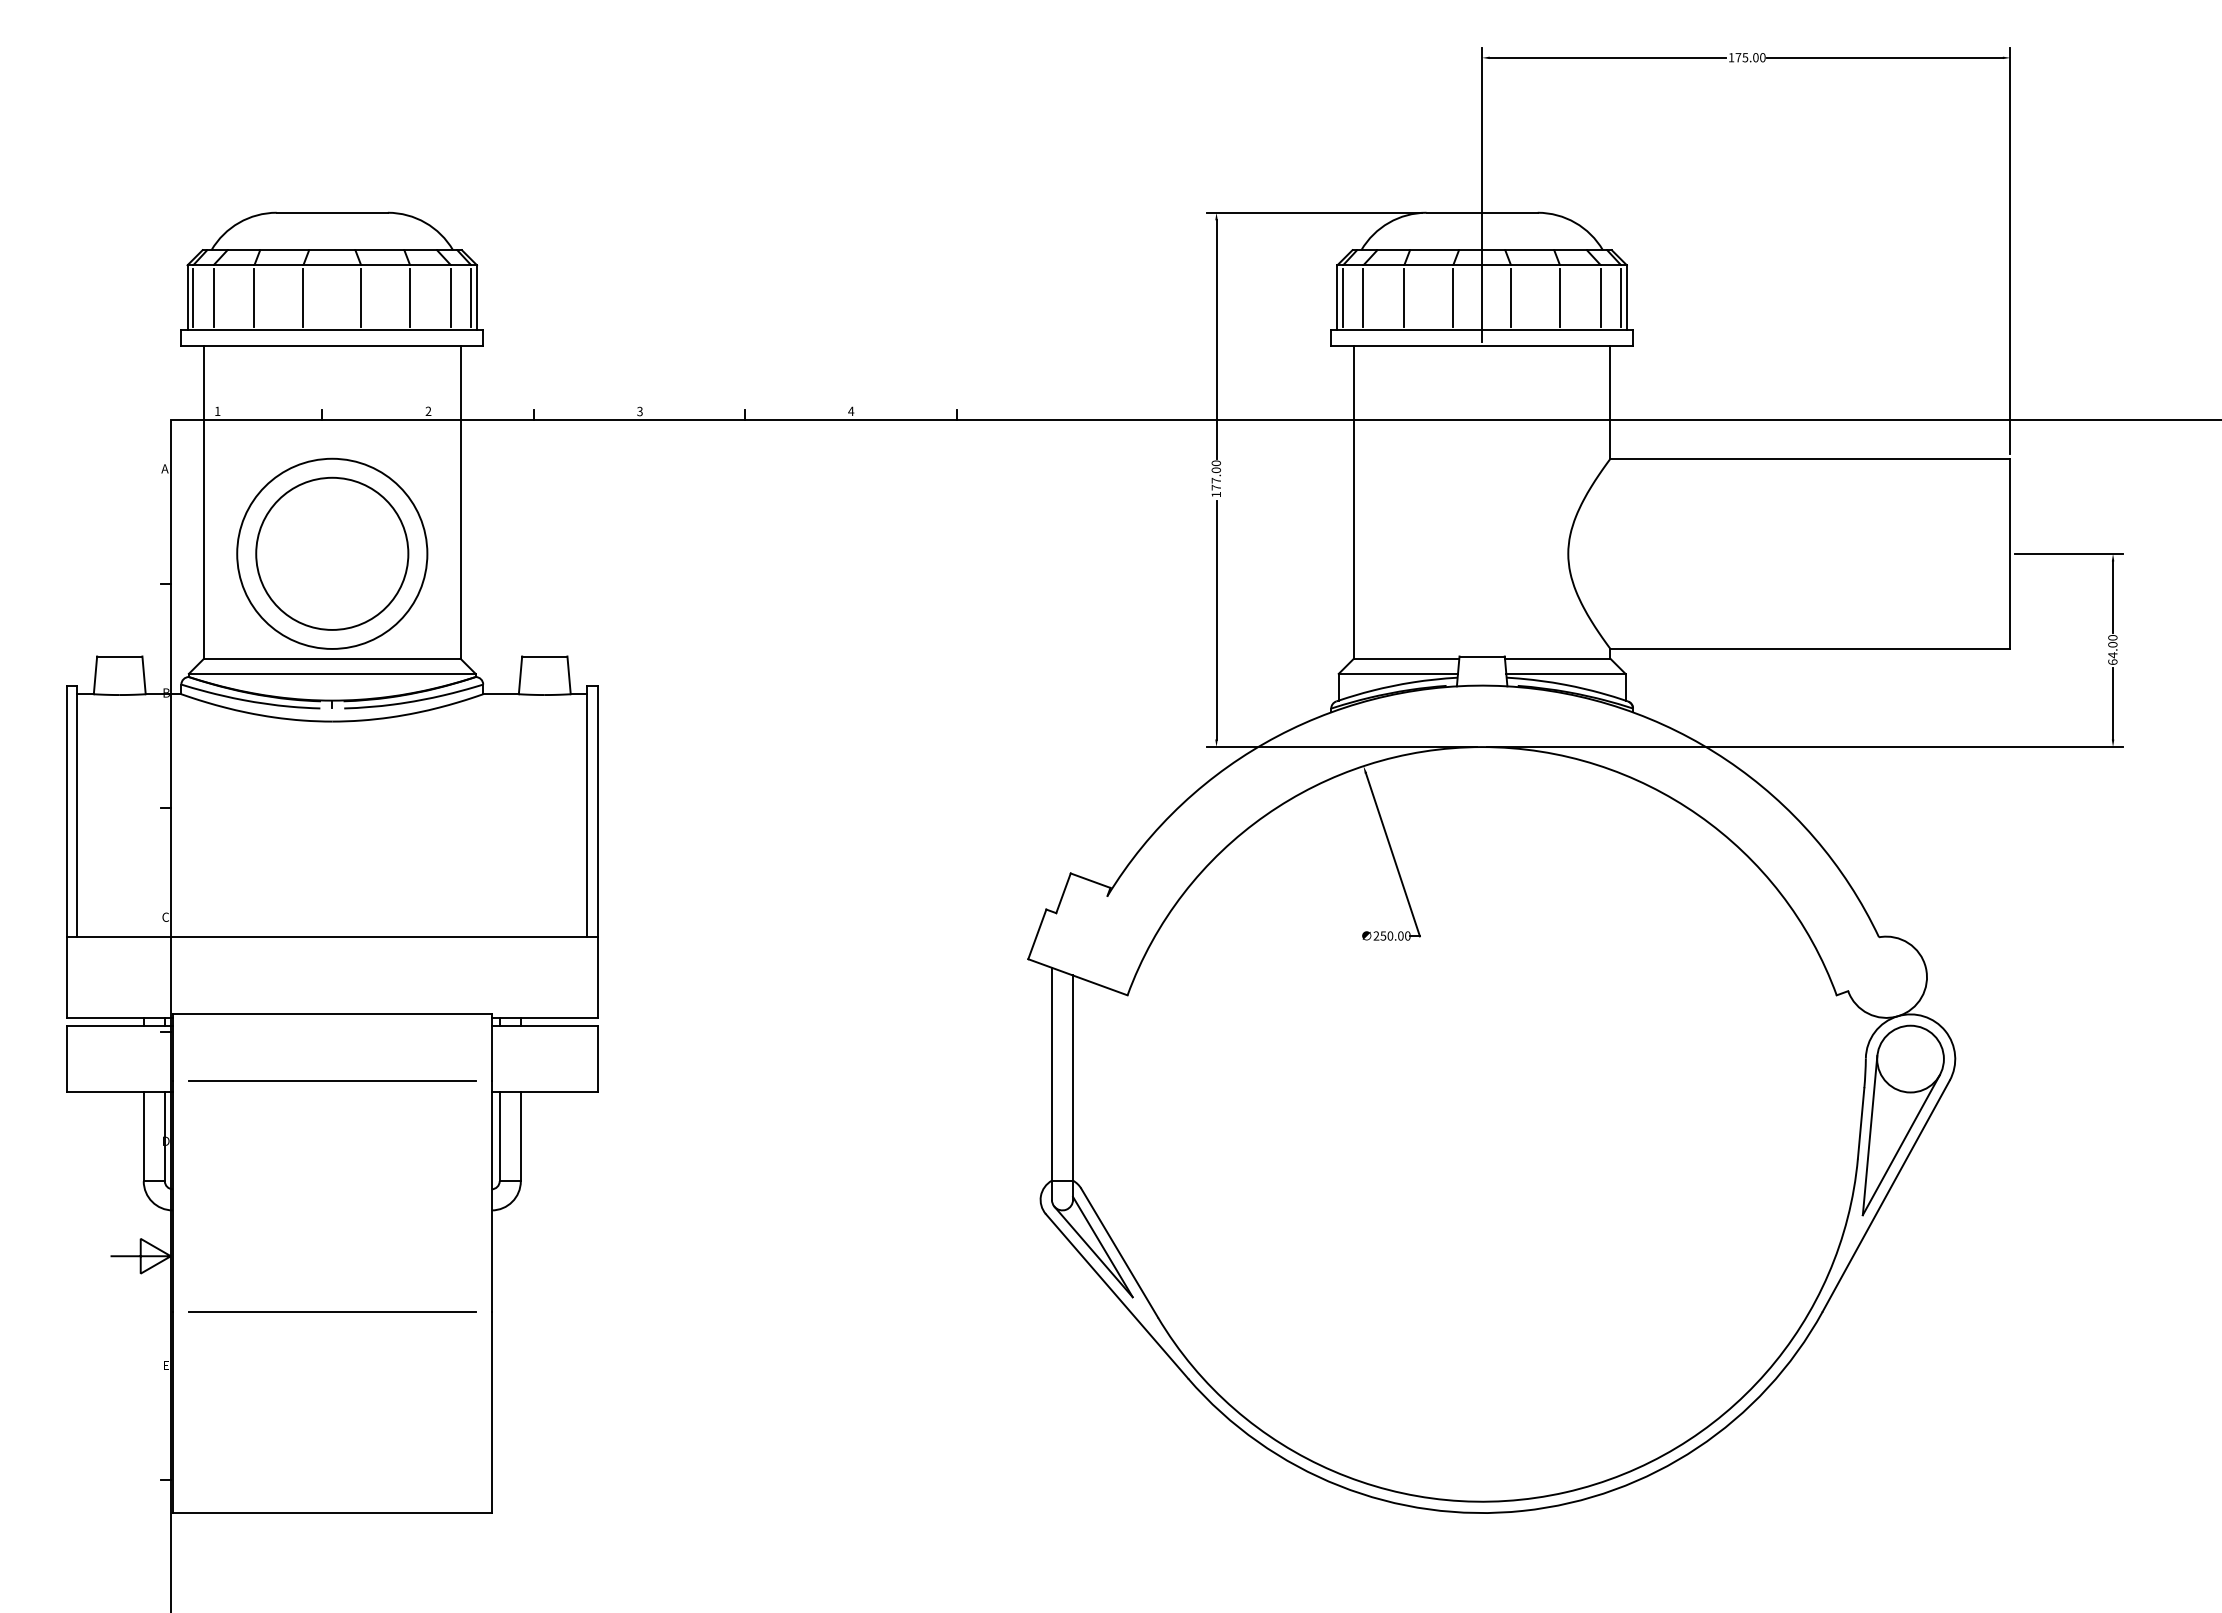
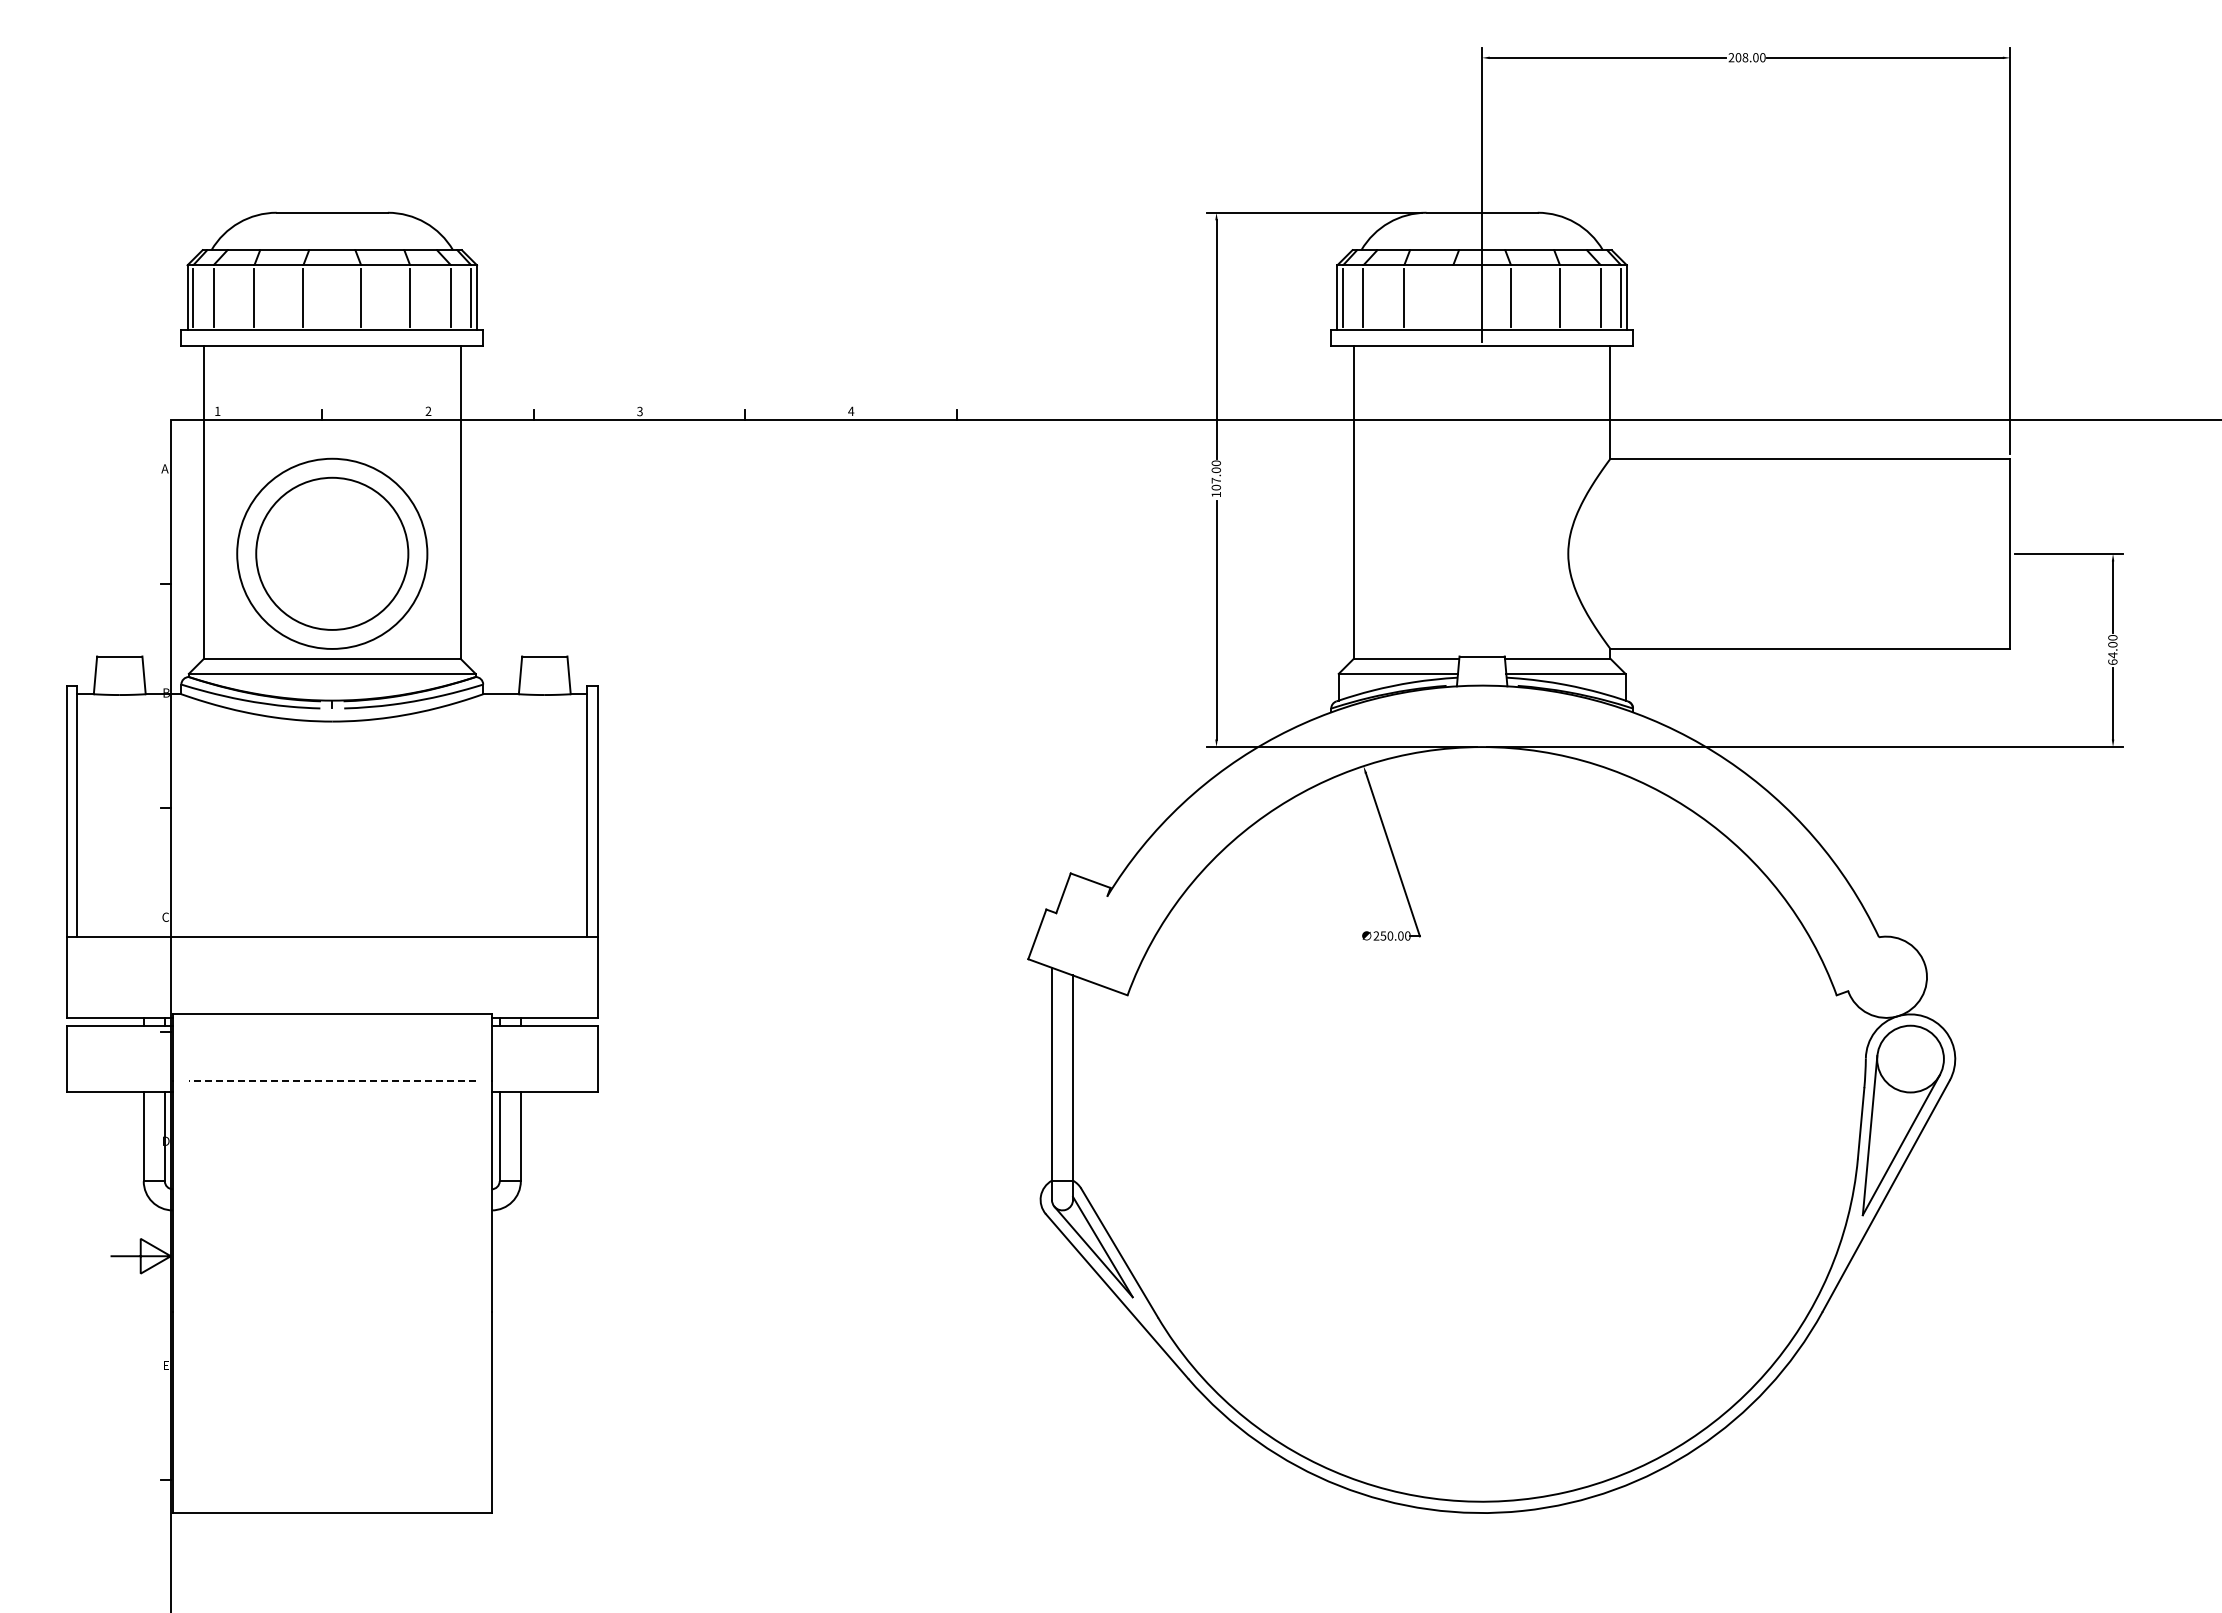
text at (1738, 57): 175.00 -> 208.00
line at (1453, 297): present -> none
text at (1215, 487): 177.00 -> 107.00
line at (331, 1080): solid -> dashed
line at (332, 1311): present -> none
